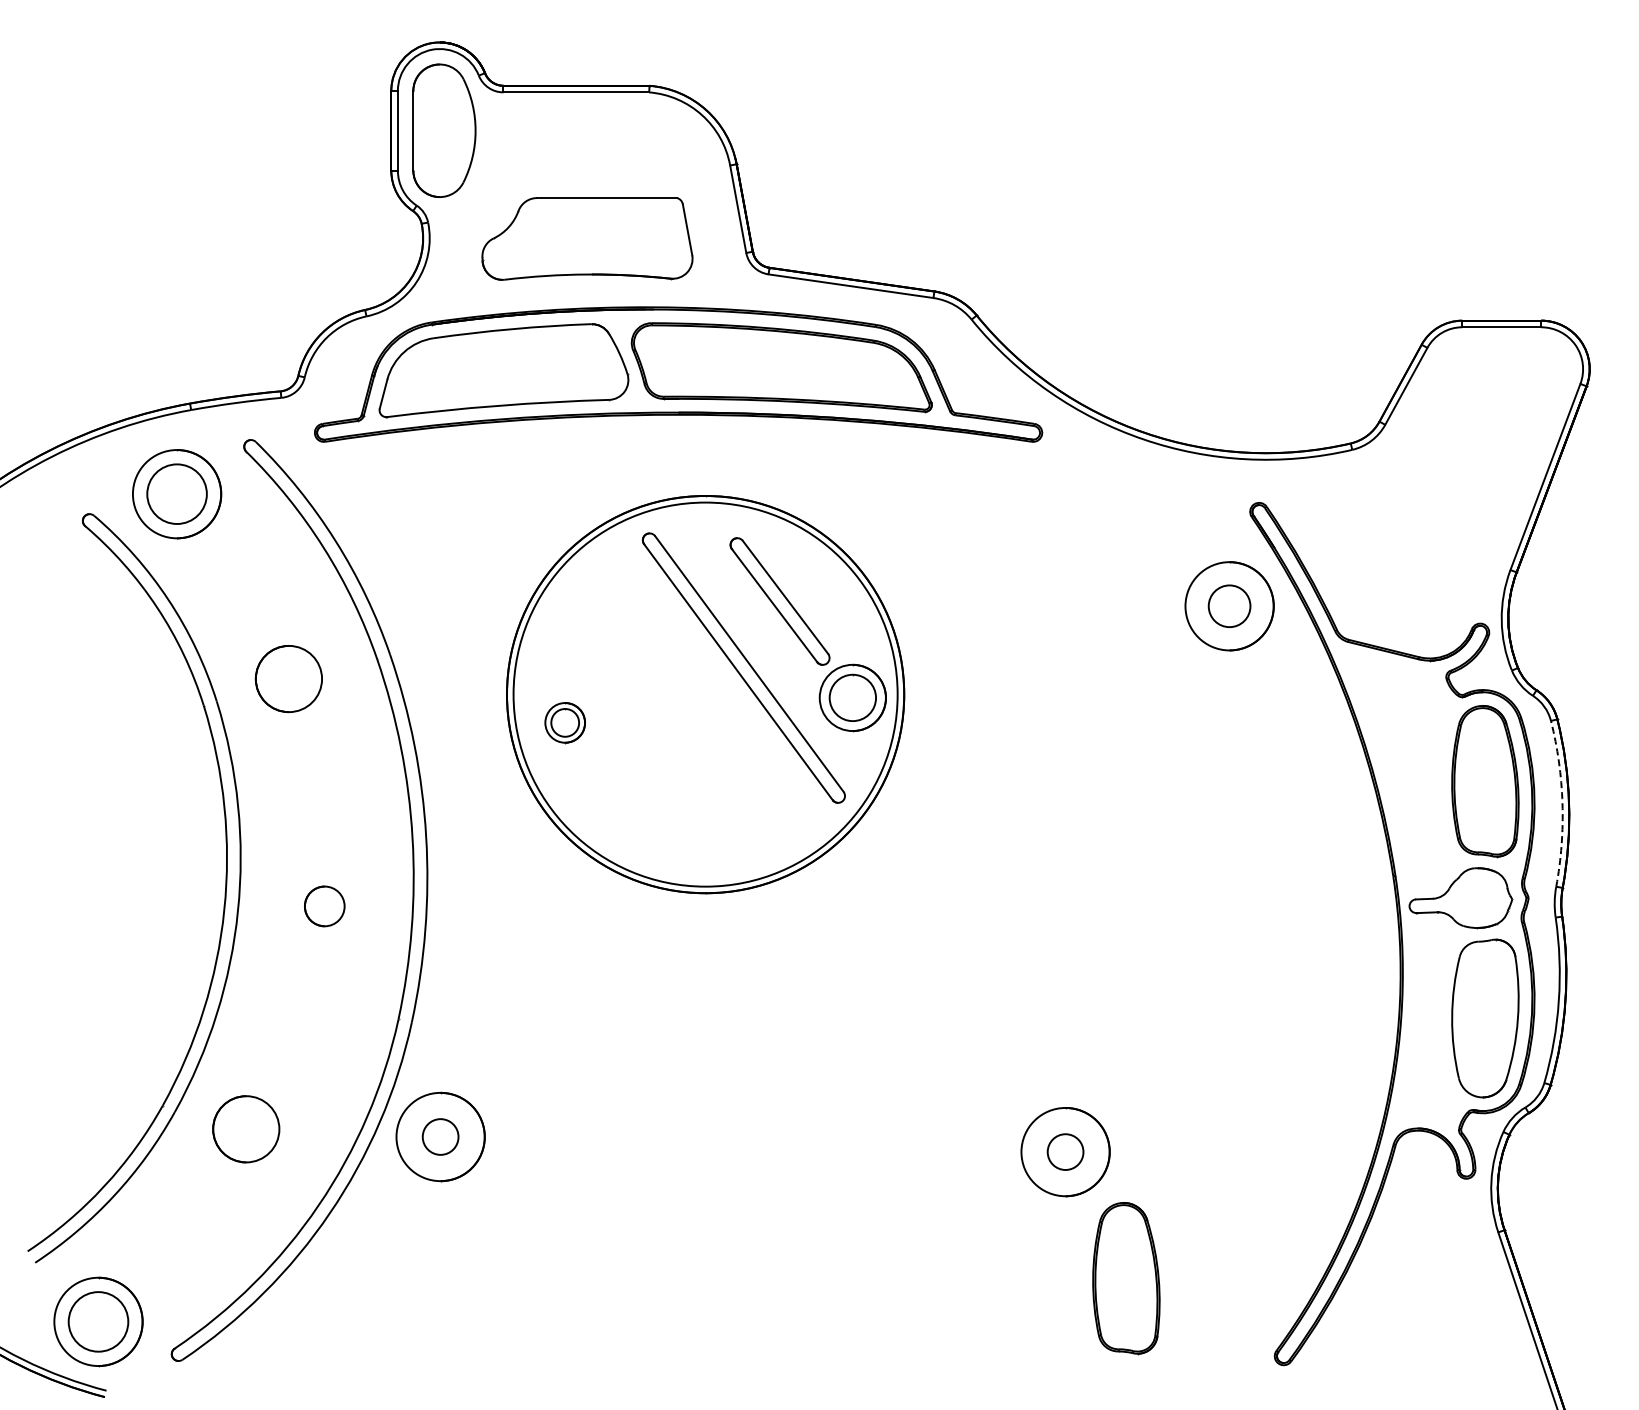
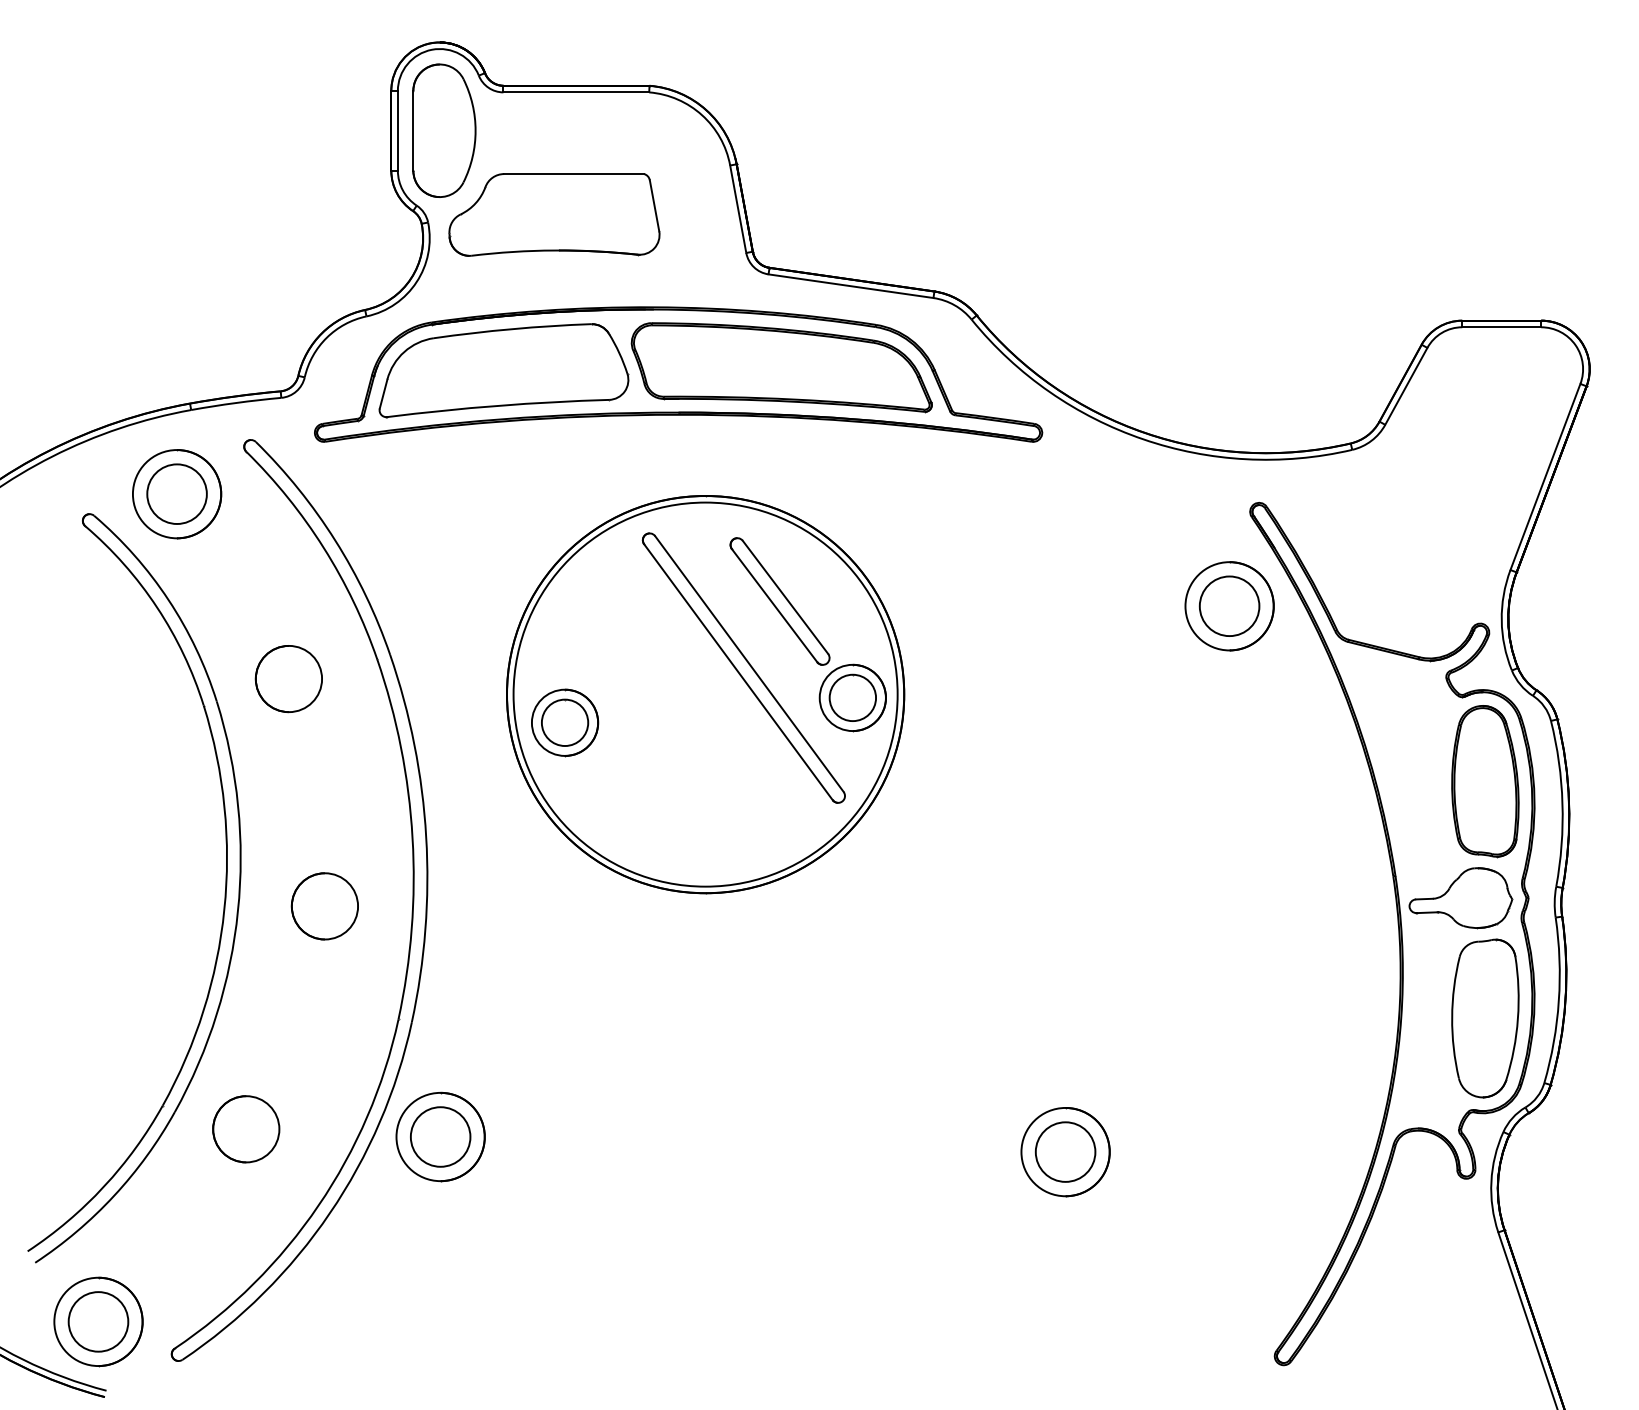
part at (587, 238) position: (587, 238) -> (554, 214)
circle at (1229, 606) diameter: 42 px -> 60 px
part at (564, 723) size: 42x43 px -> 69x70 px
arc at (1562, 803): dashed -> solid
circle at (324, 906) size: 42x43 px -> 69x69 px
circle at (440, 1136) diameter: 36 px -> 60 px
circle at (1065, 1151) diameter: 36 px -> 60 px
part at (1126, 1278): present -> none
